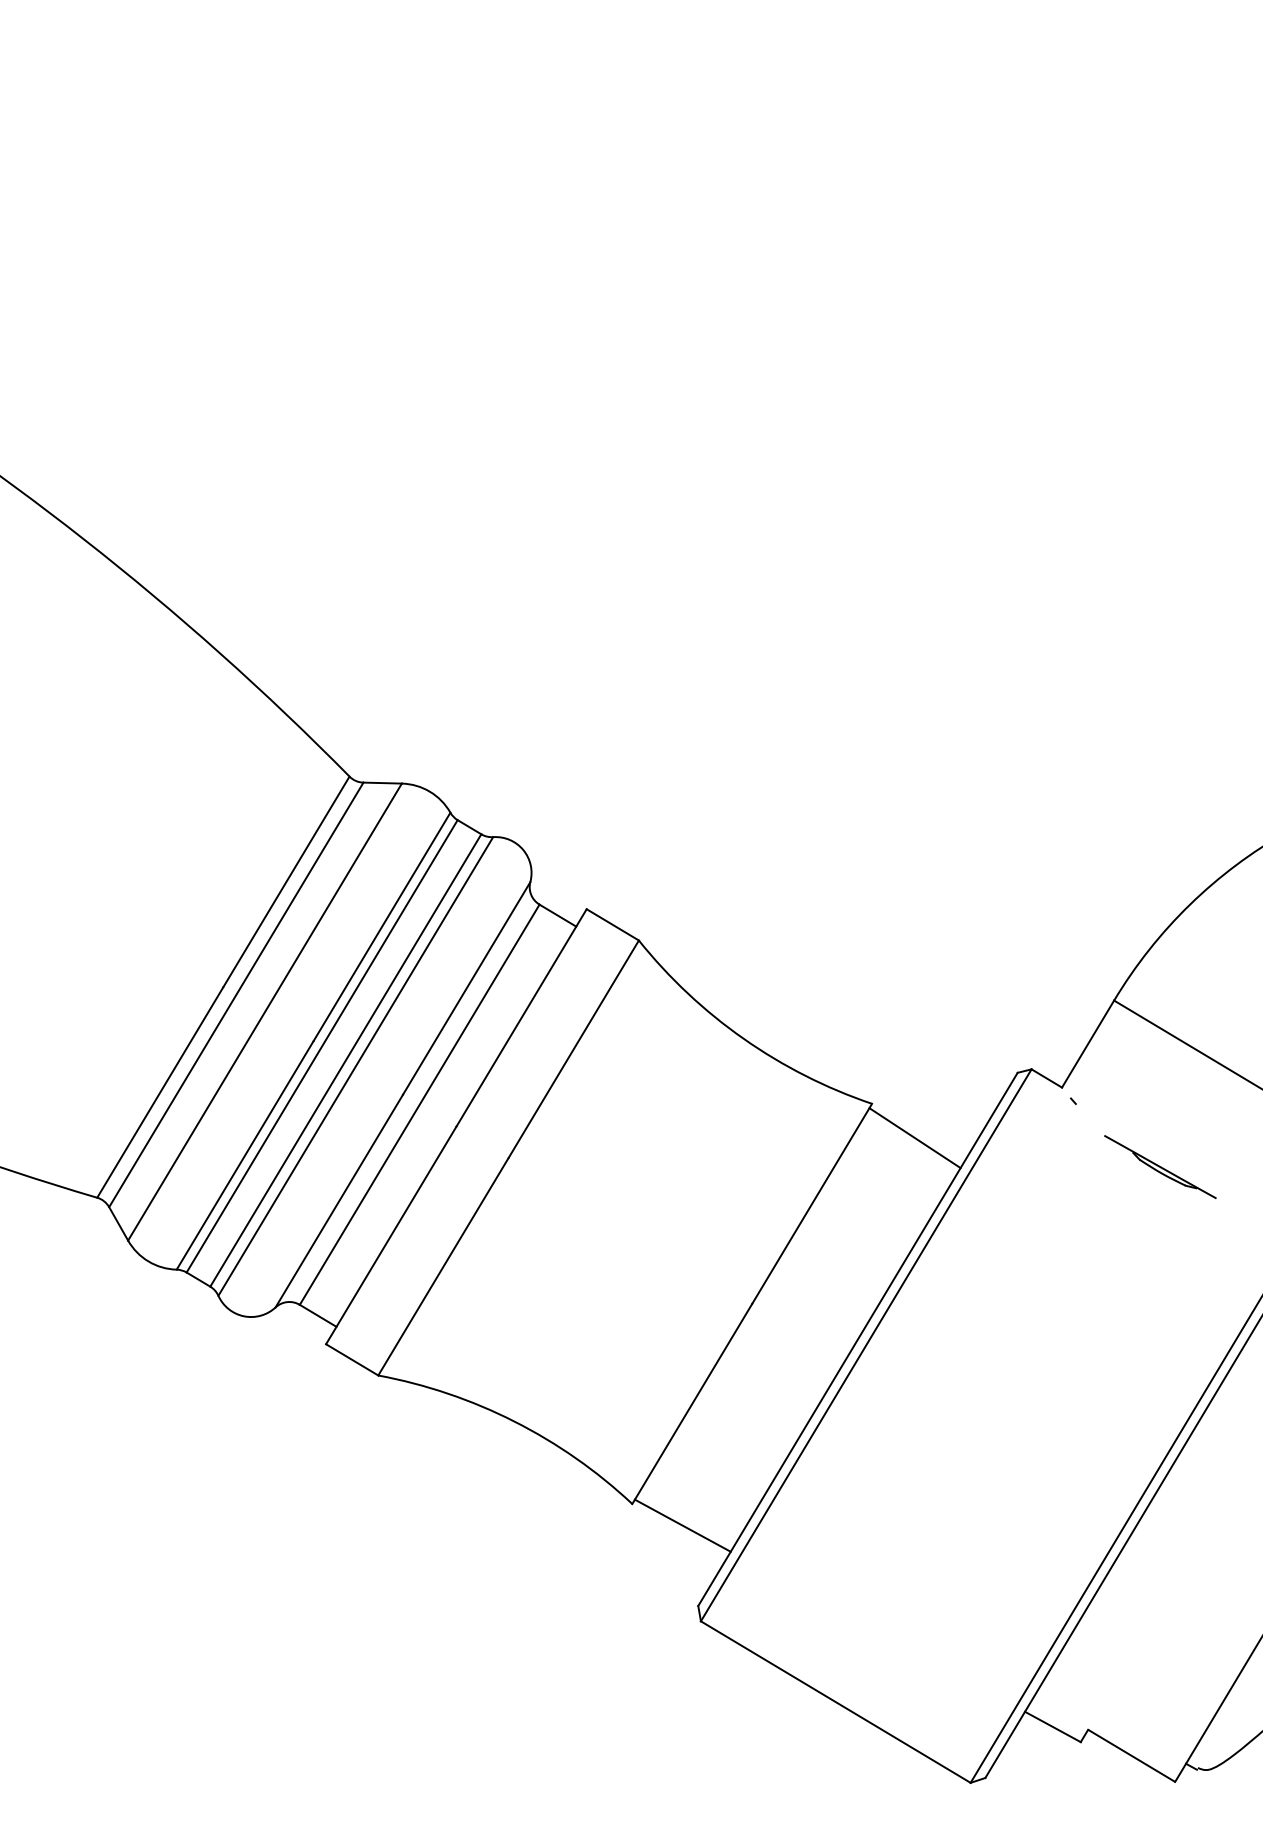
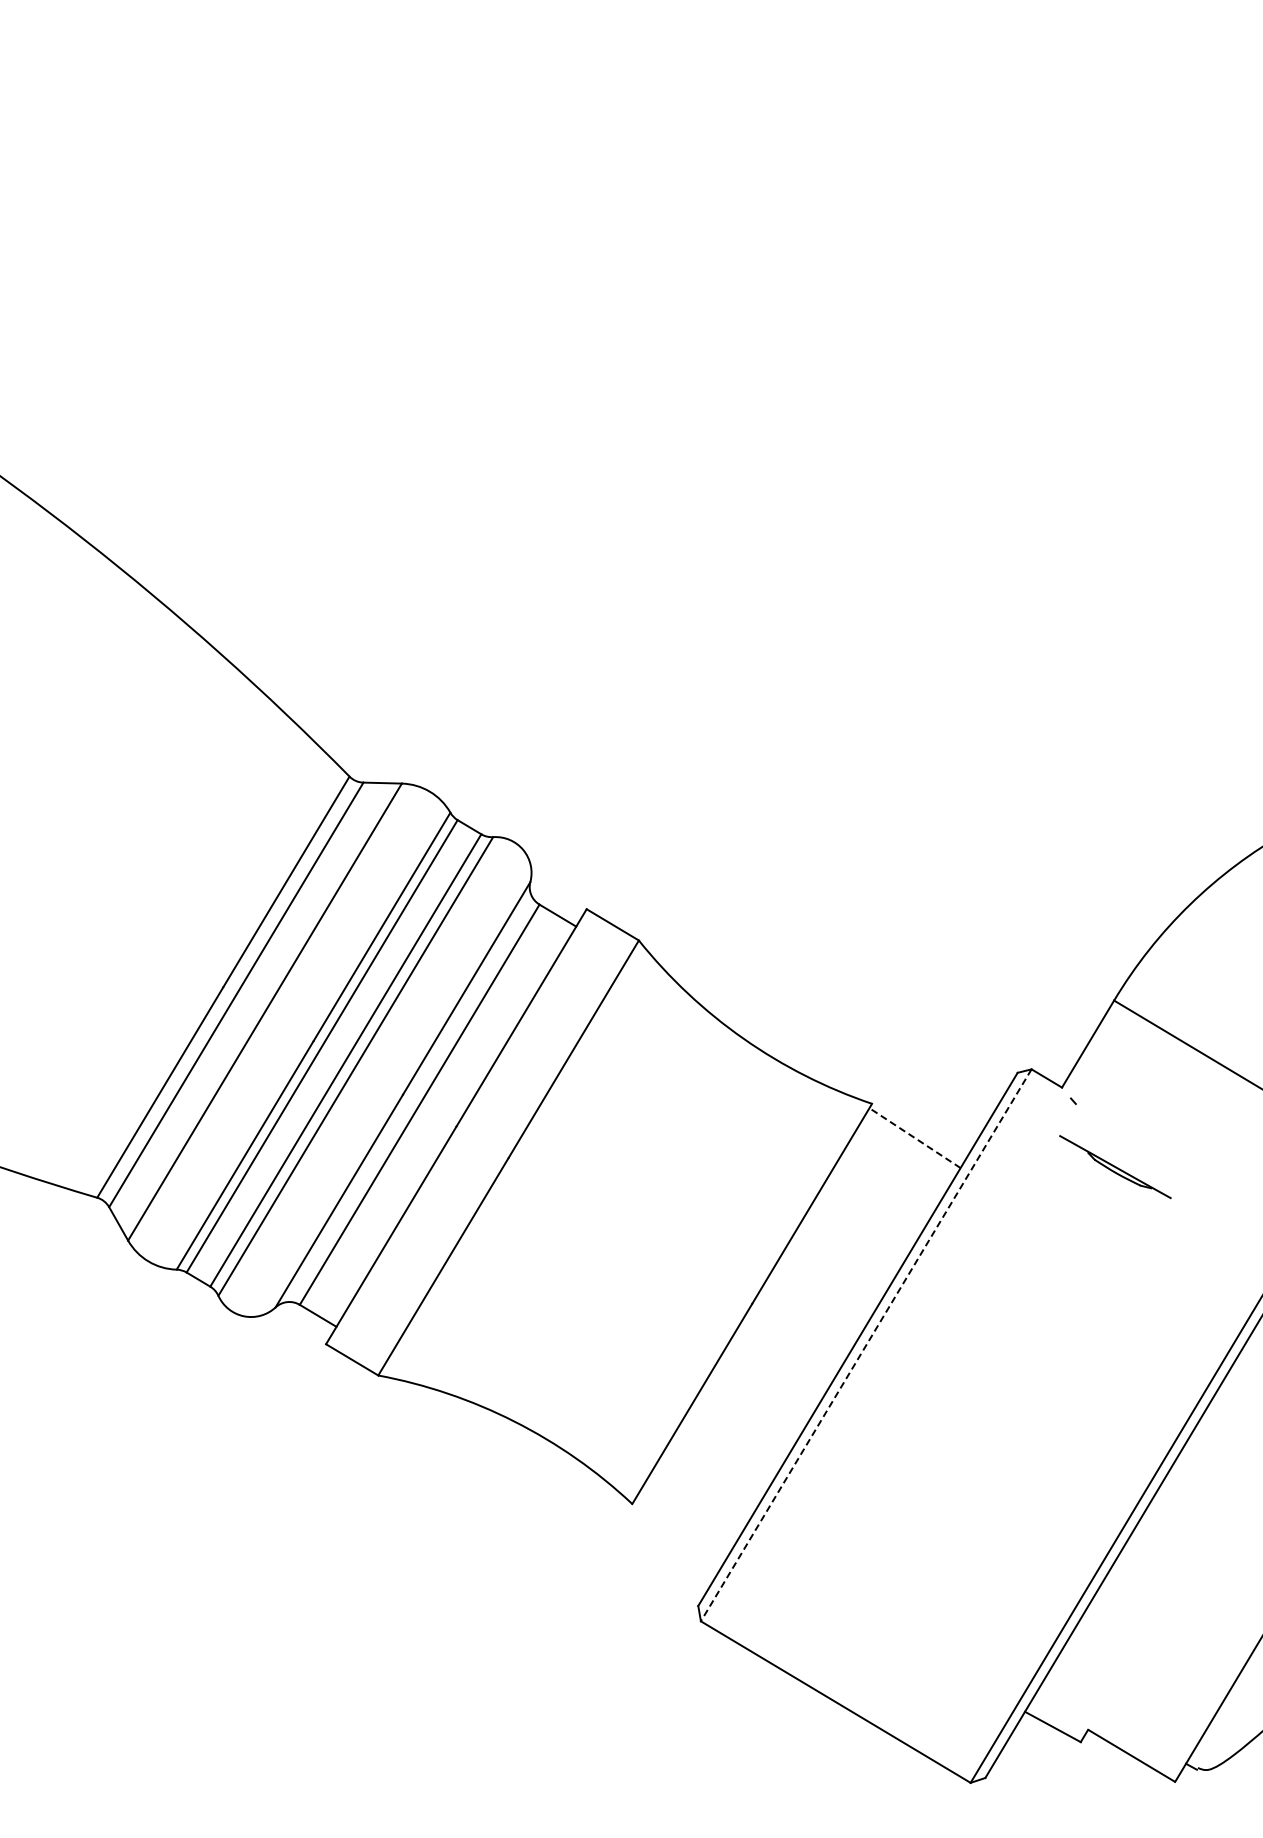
line at (915, 1138): solid -> dashed
part at (1160, 1166) position: (1160, 1166) -> (1115, 1166)
line at (866, 1345): solid -> dashed
line at (682, 1525): present -> none
